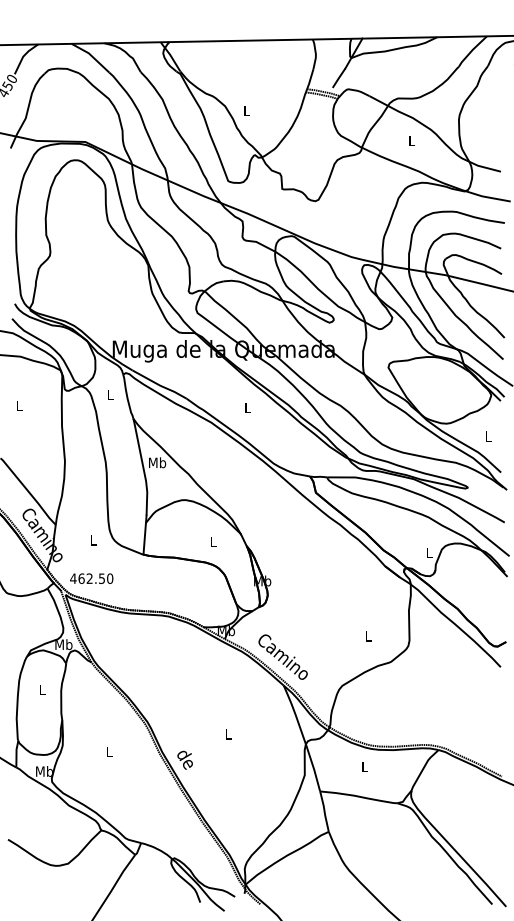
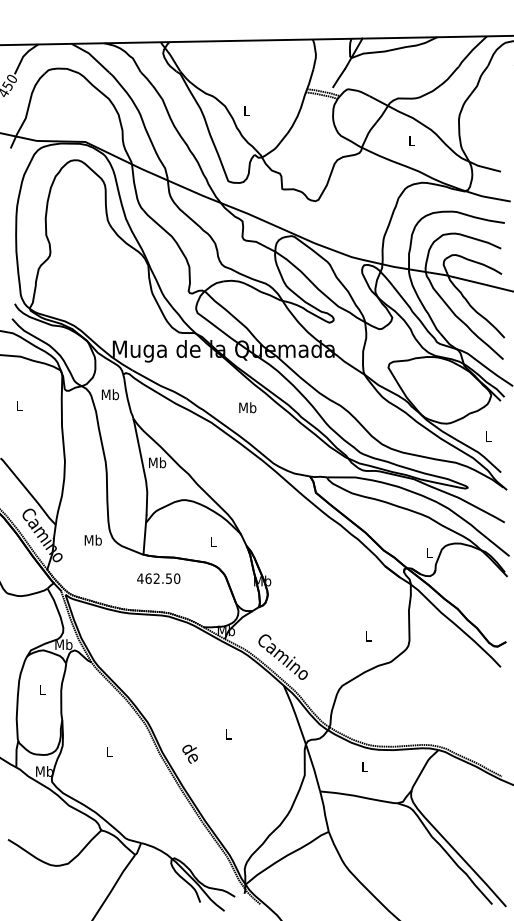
text at (109, 394): L -> Mb
text at (247, 407): L -> Mb
text at (92, 539): L -> Mb
text at (91, 578) position: (91, 578) -> (158, 578)
text at (184, 759) position: (184, 759) -> (189, 753)
